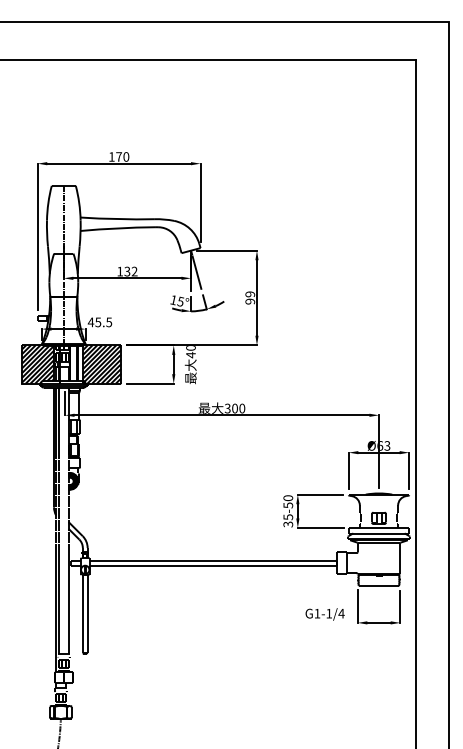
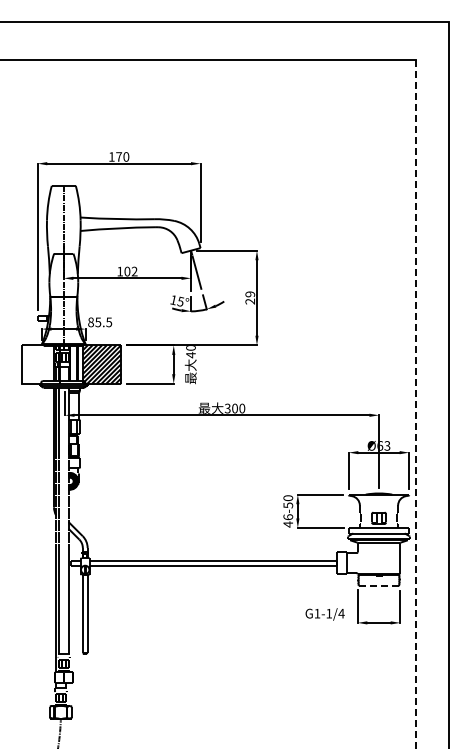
text at (127, 271): 132 -> 102
text at (250, 301): 99 -> 29
text at (90, 322): 45.5 -> 85.5
hatch at (37, 364): present -> none
line at (415, 404): solid -> dashed
text at (288, 520): 35-50 -> 46-50
line at (379, 585): solid -> dashed
